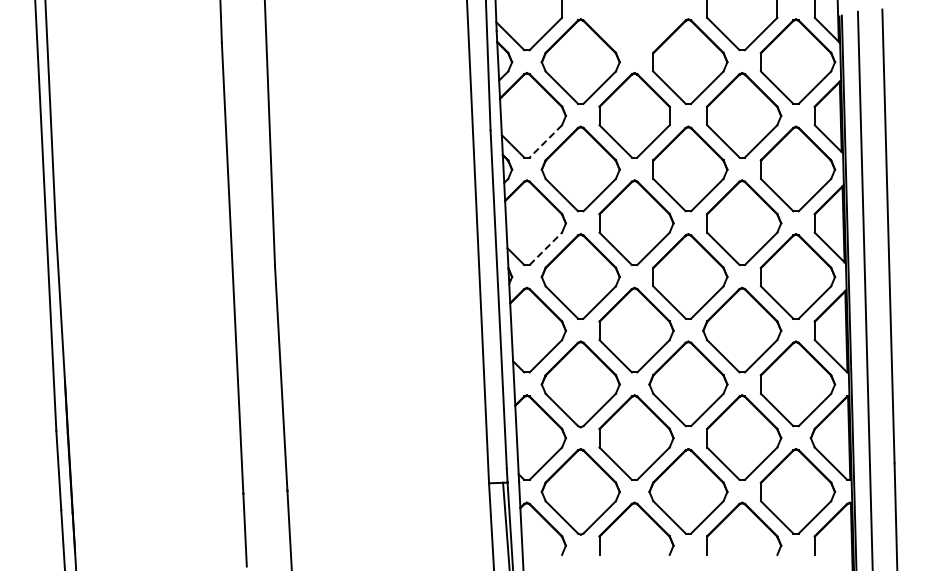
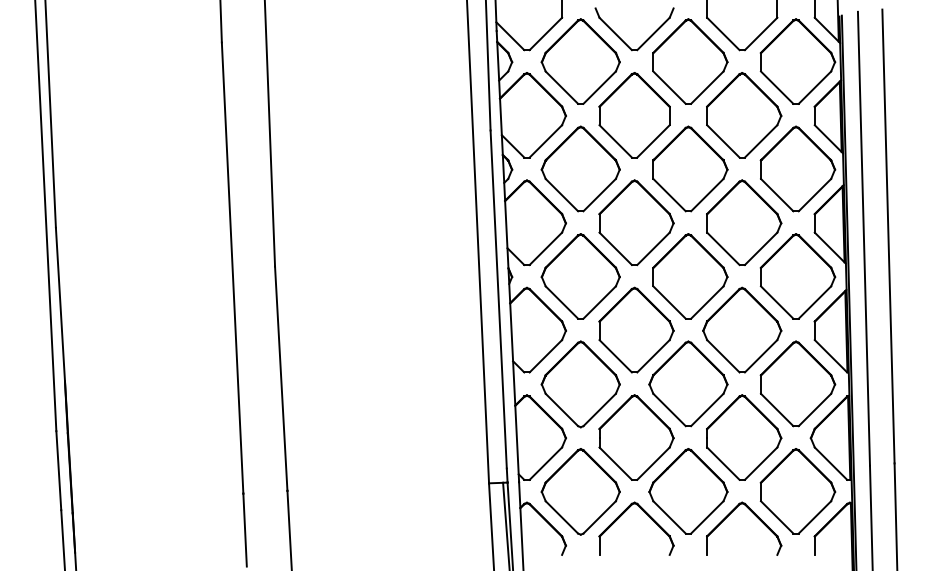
part at (623, 40): none -> present
line at (545, 141): dashed -> solid
line at (545, 248): dashed -> solid
